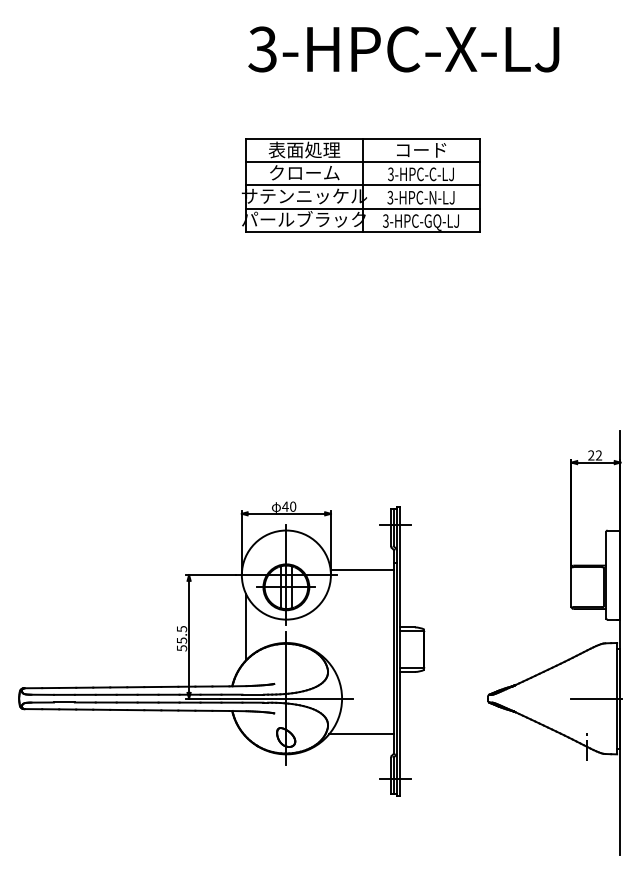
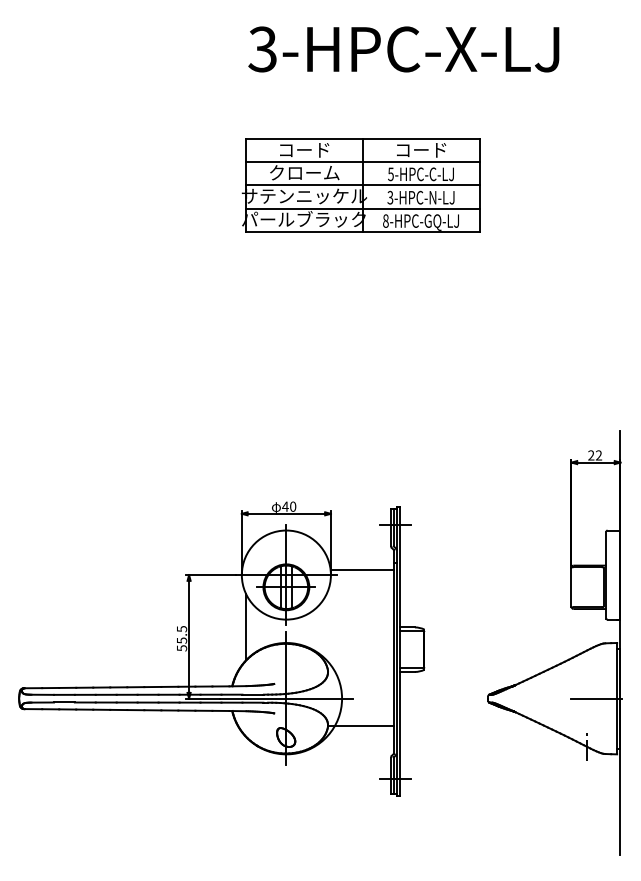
text at (304, 149): 表面処理 -> コード
text at (390, 173): 3-HPC-C-LJ -> 5-HPC-C-LJ
text at (385, 220): 3-HPC-GQ-LJ -> 8-HPC-GQ-LJ
line at (361, 734) position: (361, 734) -> (361, 726)
